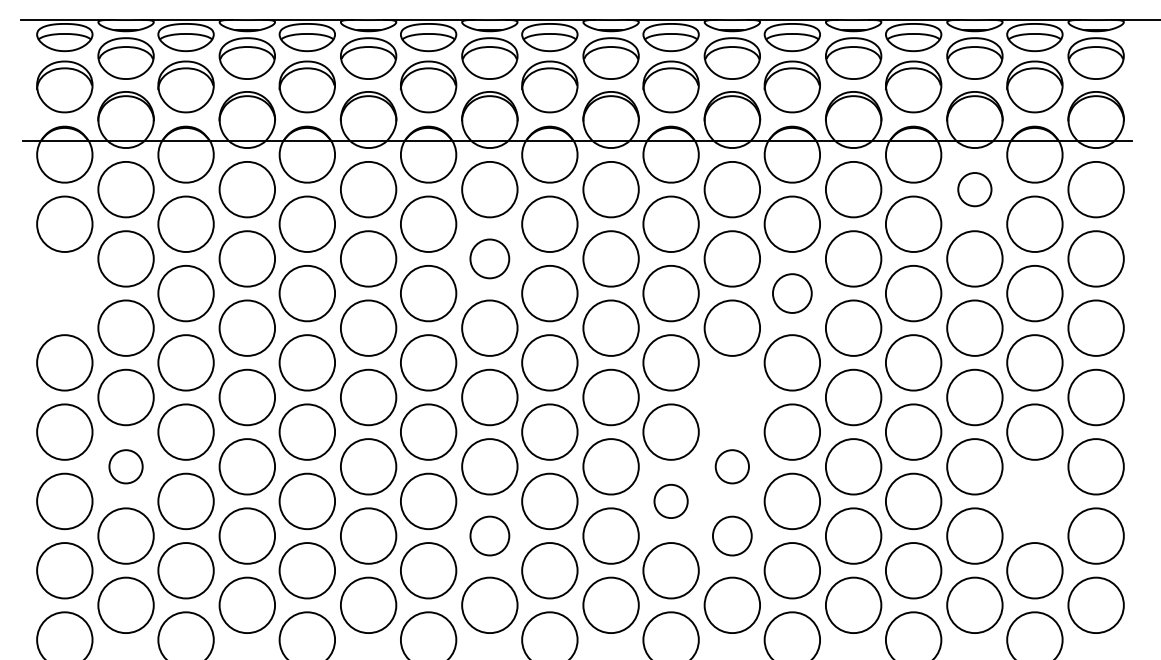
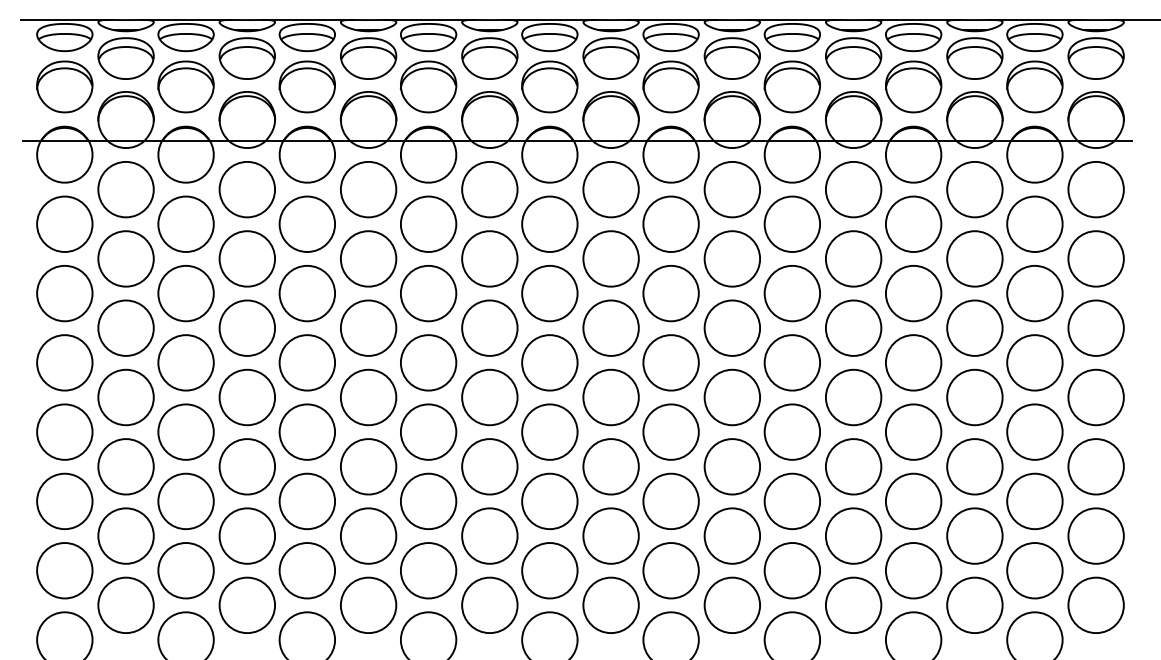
circle at (974, 189) diameter: 33 px -> 55 px
circle at (489, 258) diameter: 39 px -> 55 px
circle at (64, 293): none -> present
circle at (791, 293) diameter: 39 px -> 55 px
circle at (731, 397): none -> present
circle at (125, 466) diameter: 33 px -> 55 px
circle at (732, 466) diameter: 33 px -> 55 px
circle at (1034, 500): none -> present
circle at (670, 501) diameter: 33 px -> 55 px
circle at (489, 535) size: 42x42 px -> 58x58 px
circle at (731, 535) diameter: 39 px -> 55 px
